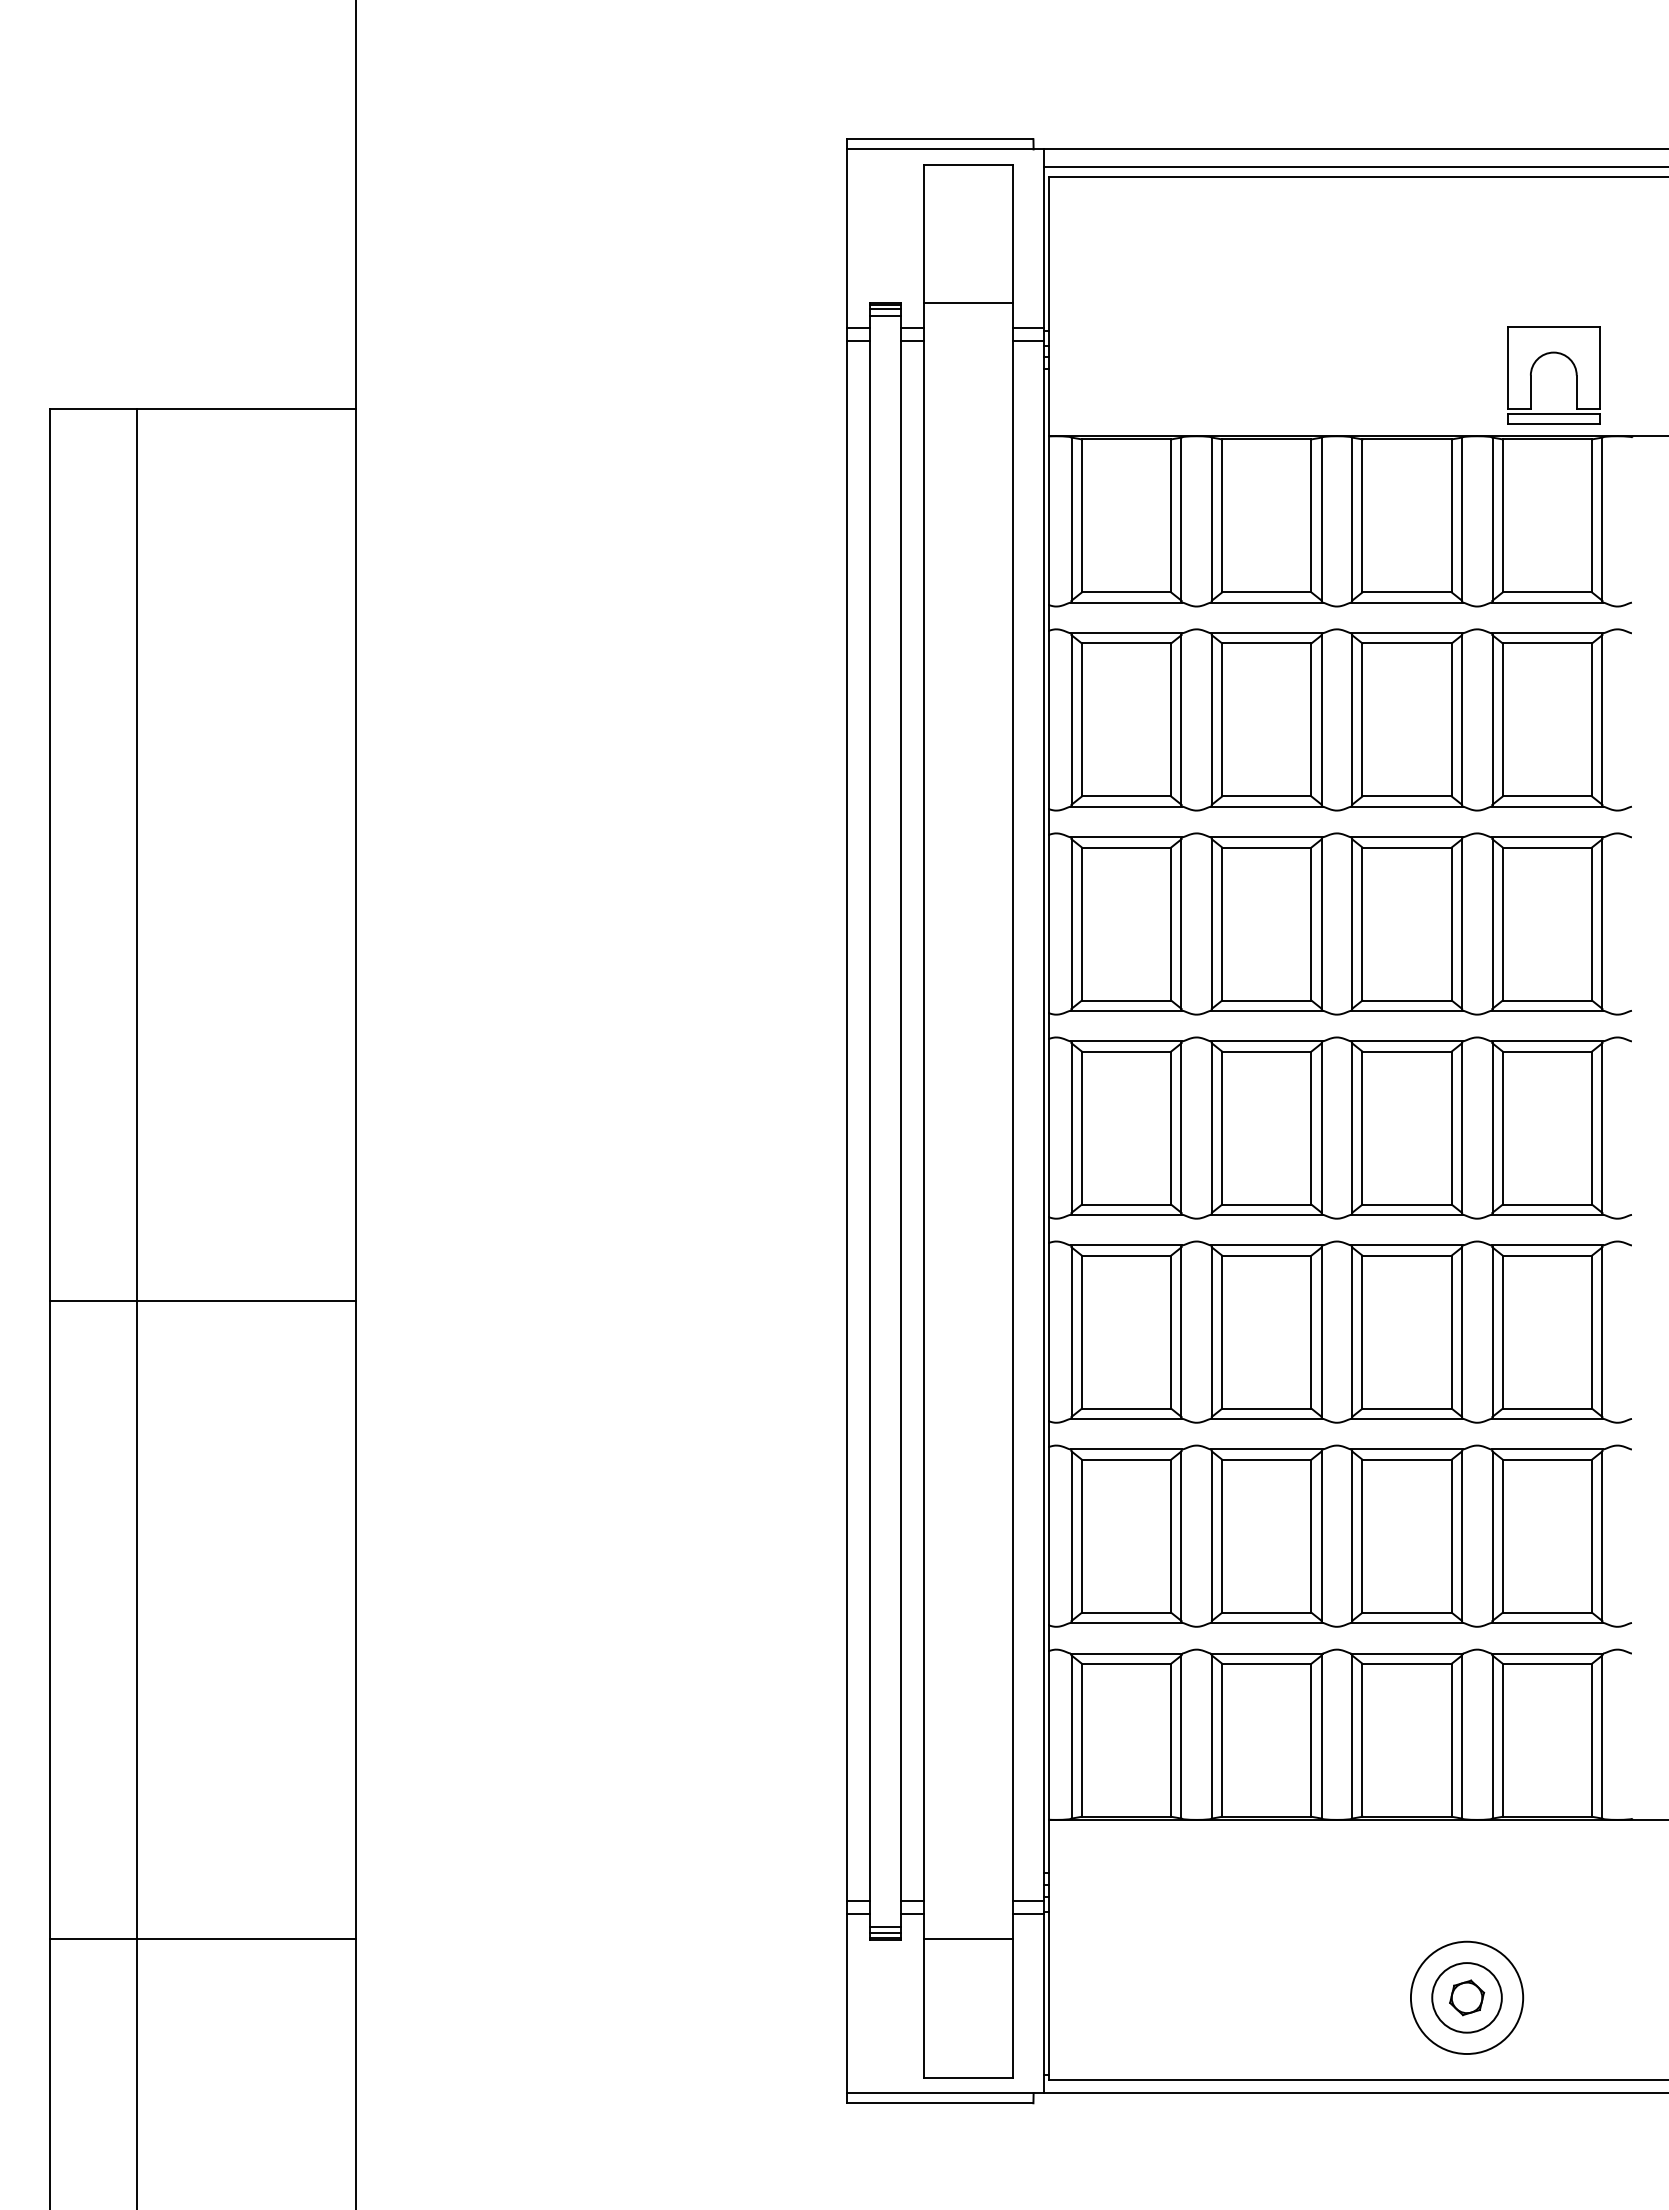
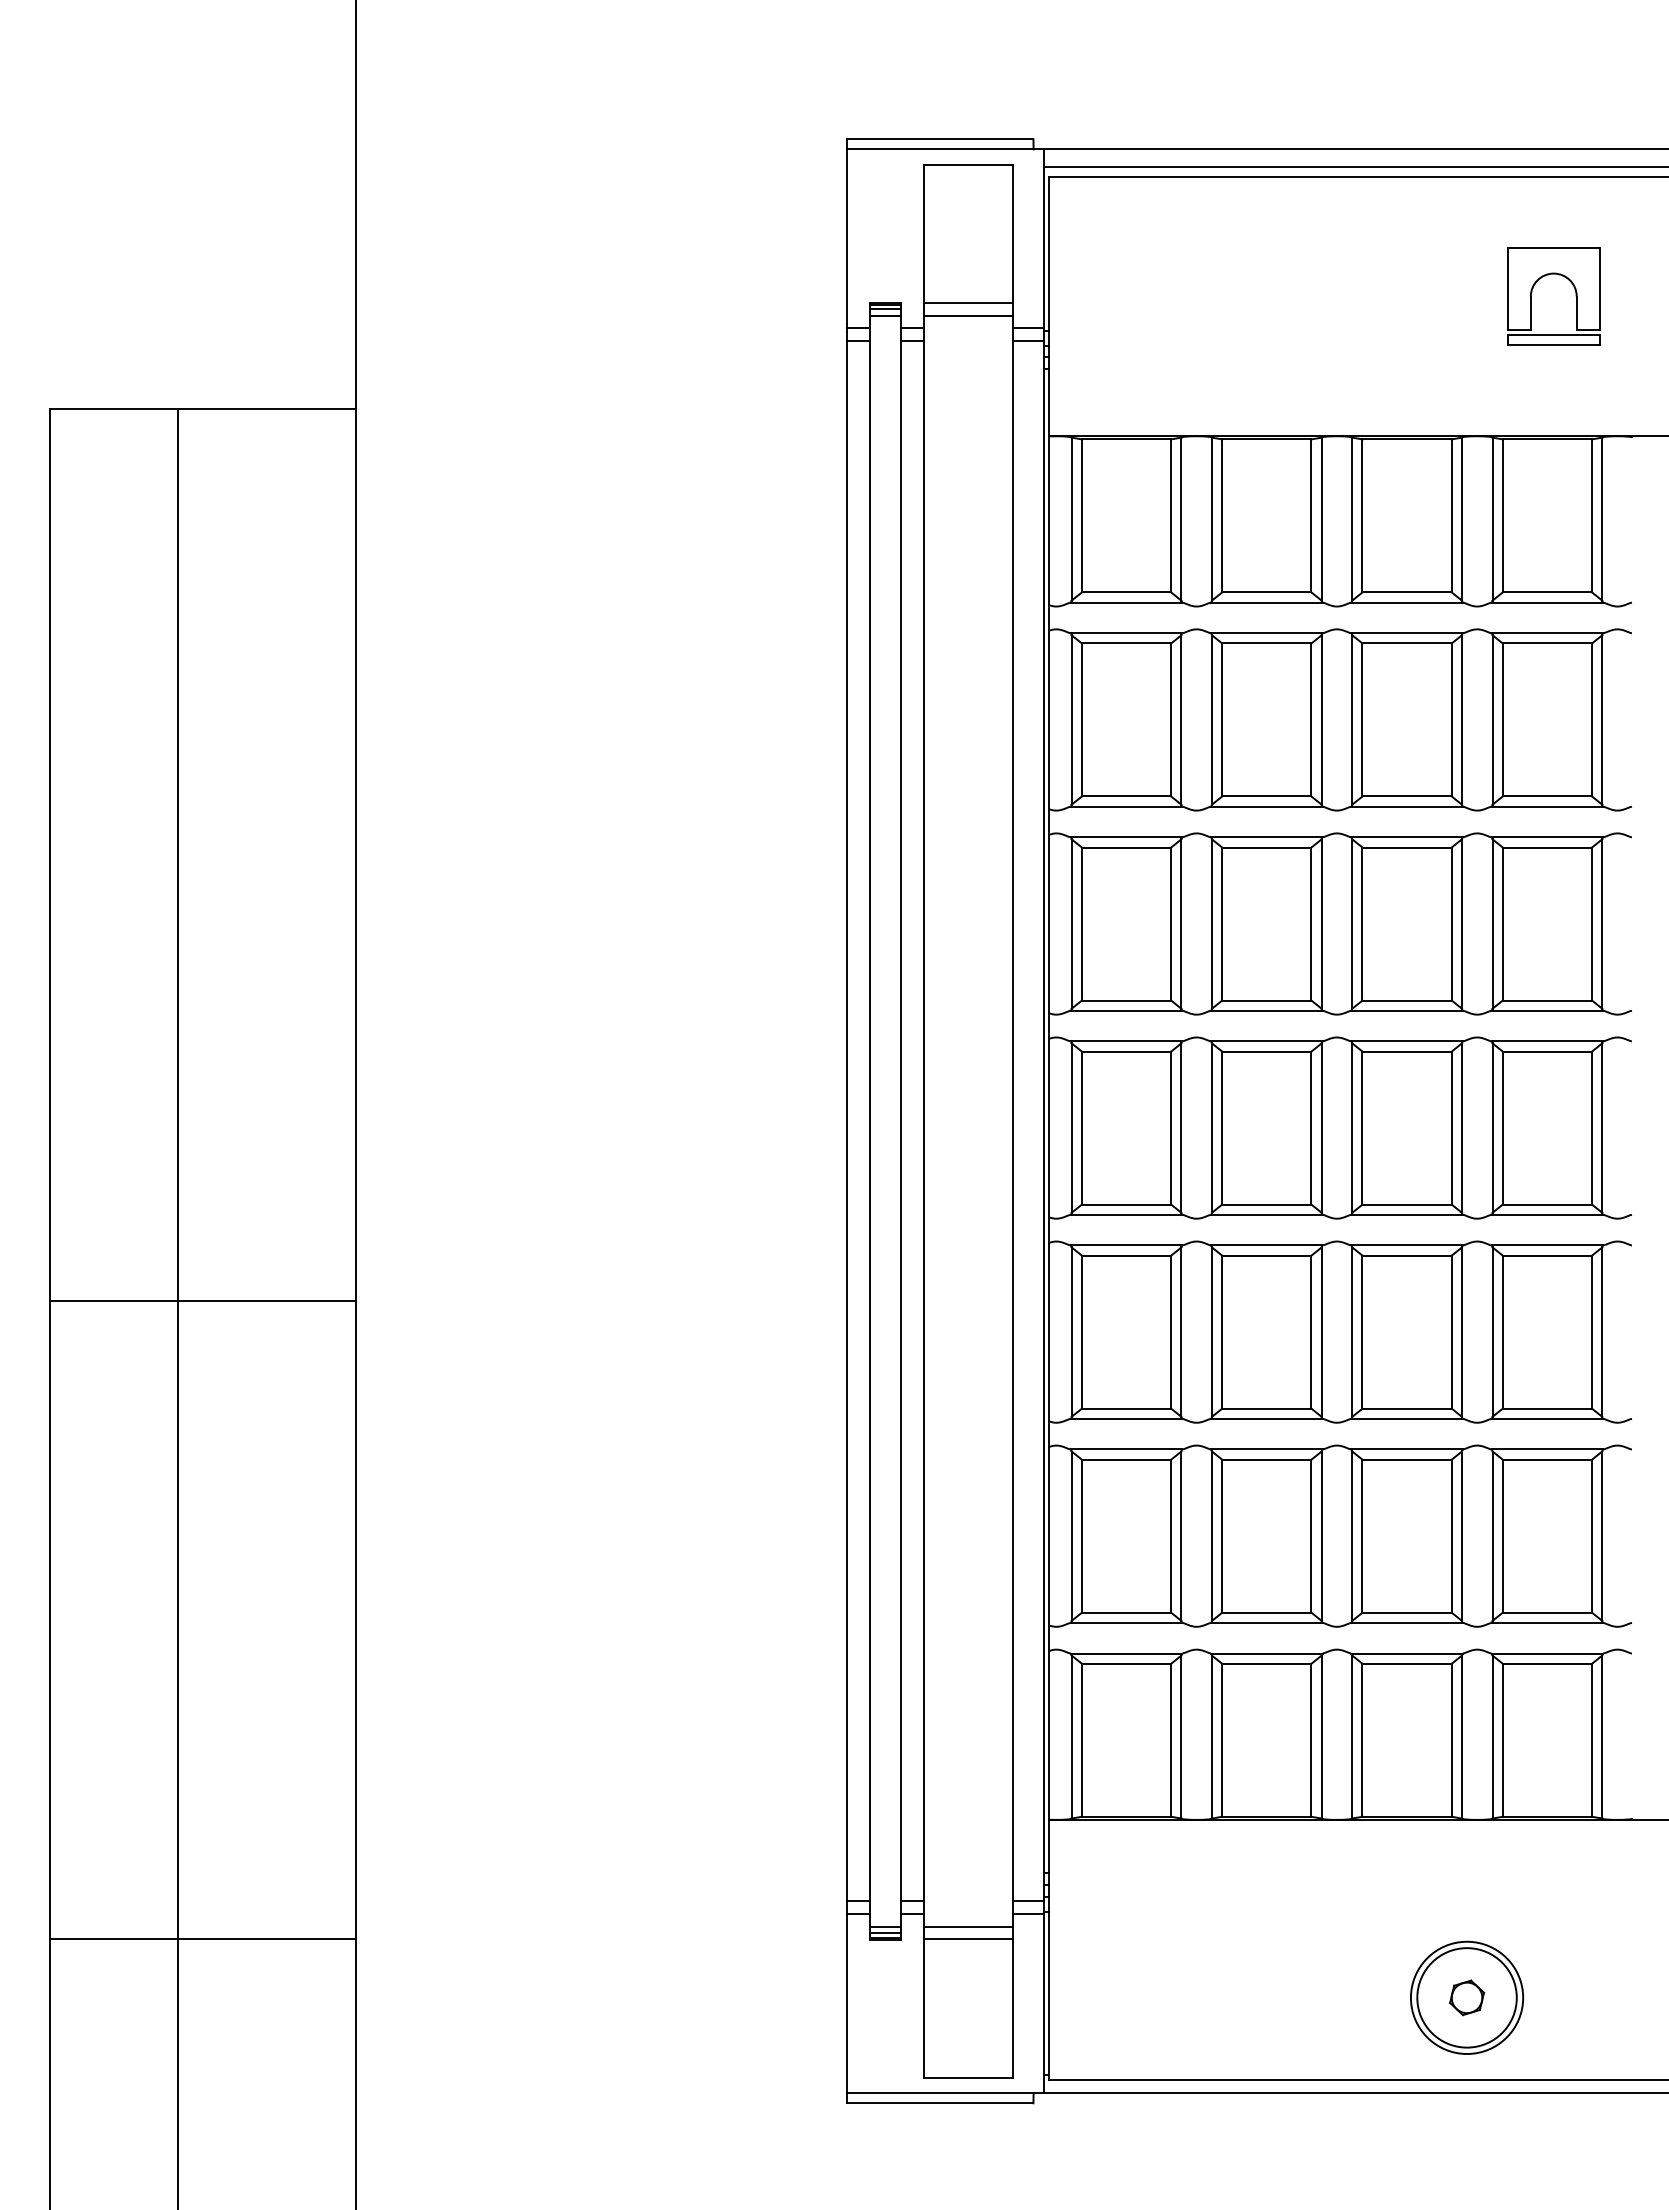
line at (968, 315): none -> present
part at (1532, 371) position: (1532, 371) -> (1532, 292)
line at (136, 1307) position: (136, 1307) -> (177, 1307)
line at (968, 1926): none -> present
circle at (1466, 1997) diameter: 70 px -> 99 px
